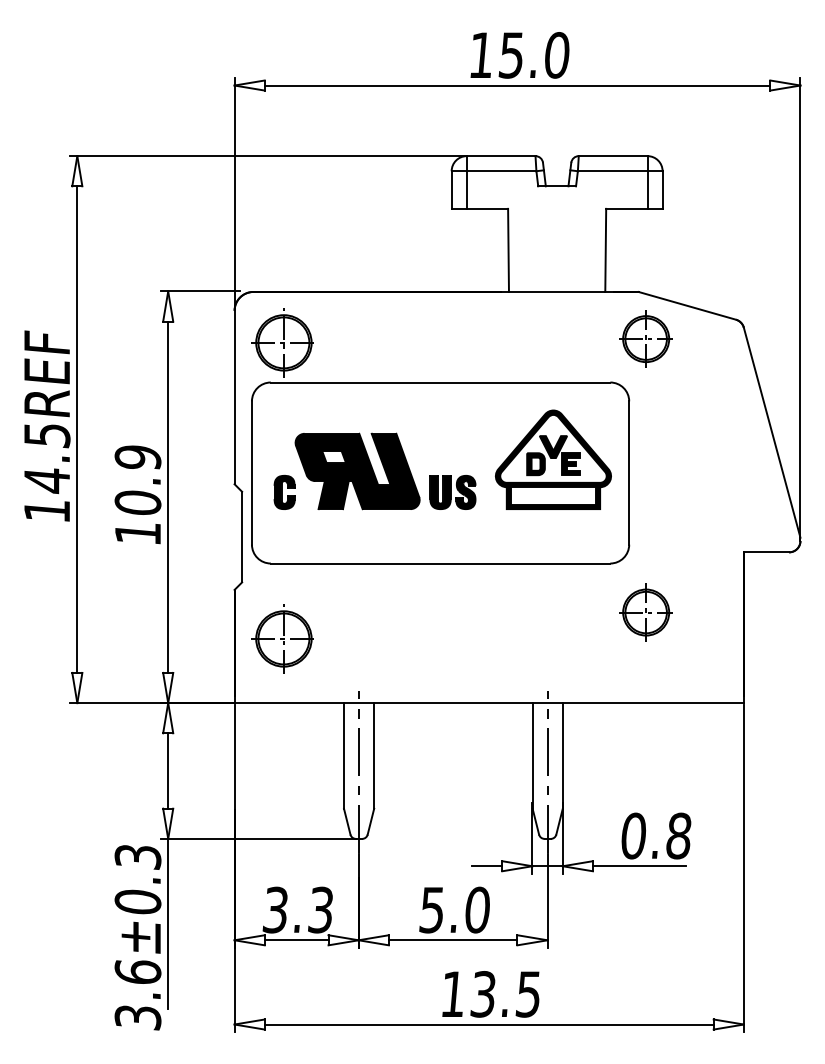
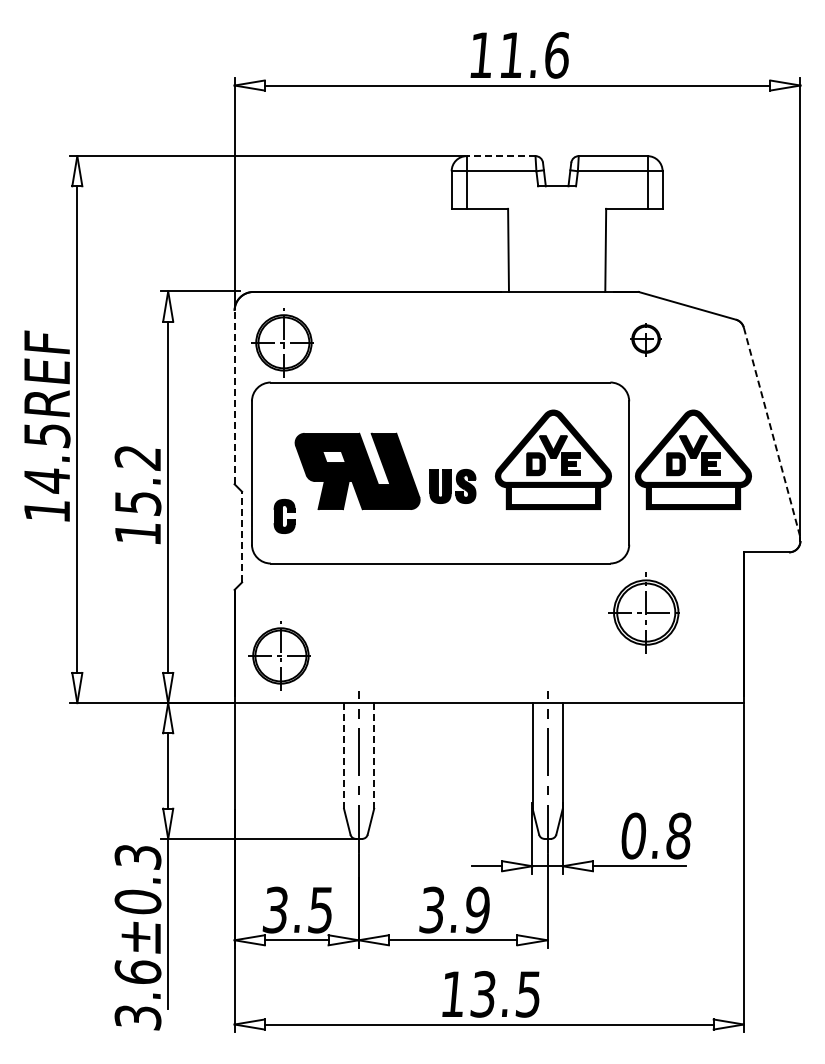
text at (533, 55): 15.0 -> 11.6
line at (500, 156): solid -> dashed
part at (645, 338) size: 54x58 px -> 32x34 px
line at (234, 397): solid -> dashed
line at (772, 432): solid -> dashed
part at (693, 459): none -> present
text at (137, 480): 10.9 -> 15.2
part at (284, 491) position: (284, 491) -> (284, 515)
part at (452, 492) position: (452, 492) -> (452, 486)
line at (242, 536): solid -> dashed
part at (645, 612) size: 54x59 px -> 72x82 px
part at (282, 638) position: (282, 638) -> (279, 655)
line at (344, 755): solid -> dashed
line at (374, 755): solid -> dashed
text at (320, 909): 3.3 -> 3.5
text at (454, 909): 5.0 -> 3.9
